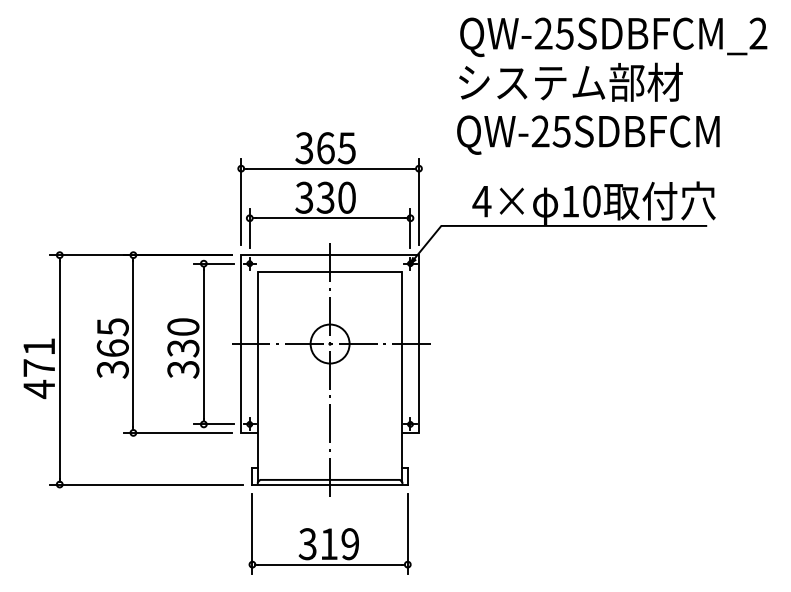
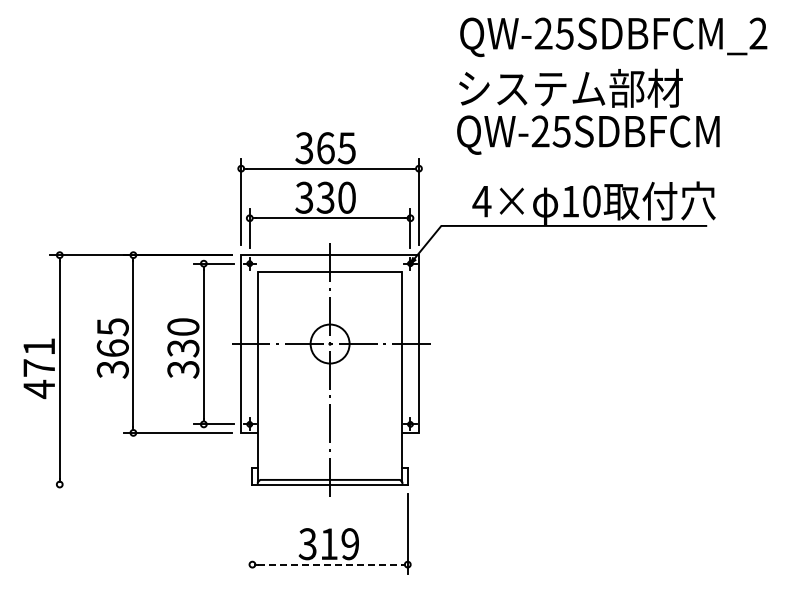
text at (570, 81) position: (570, 81) -> (570, 87)
line at (146, 484): present -> none
line at (252, 534): present -> none
line at (330, 564): solid -> dashed
